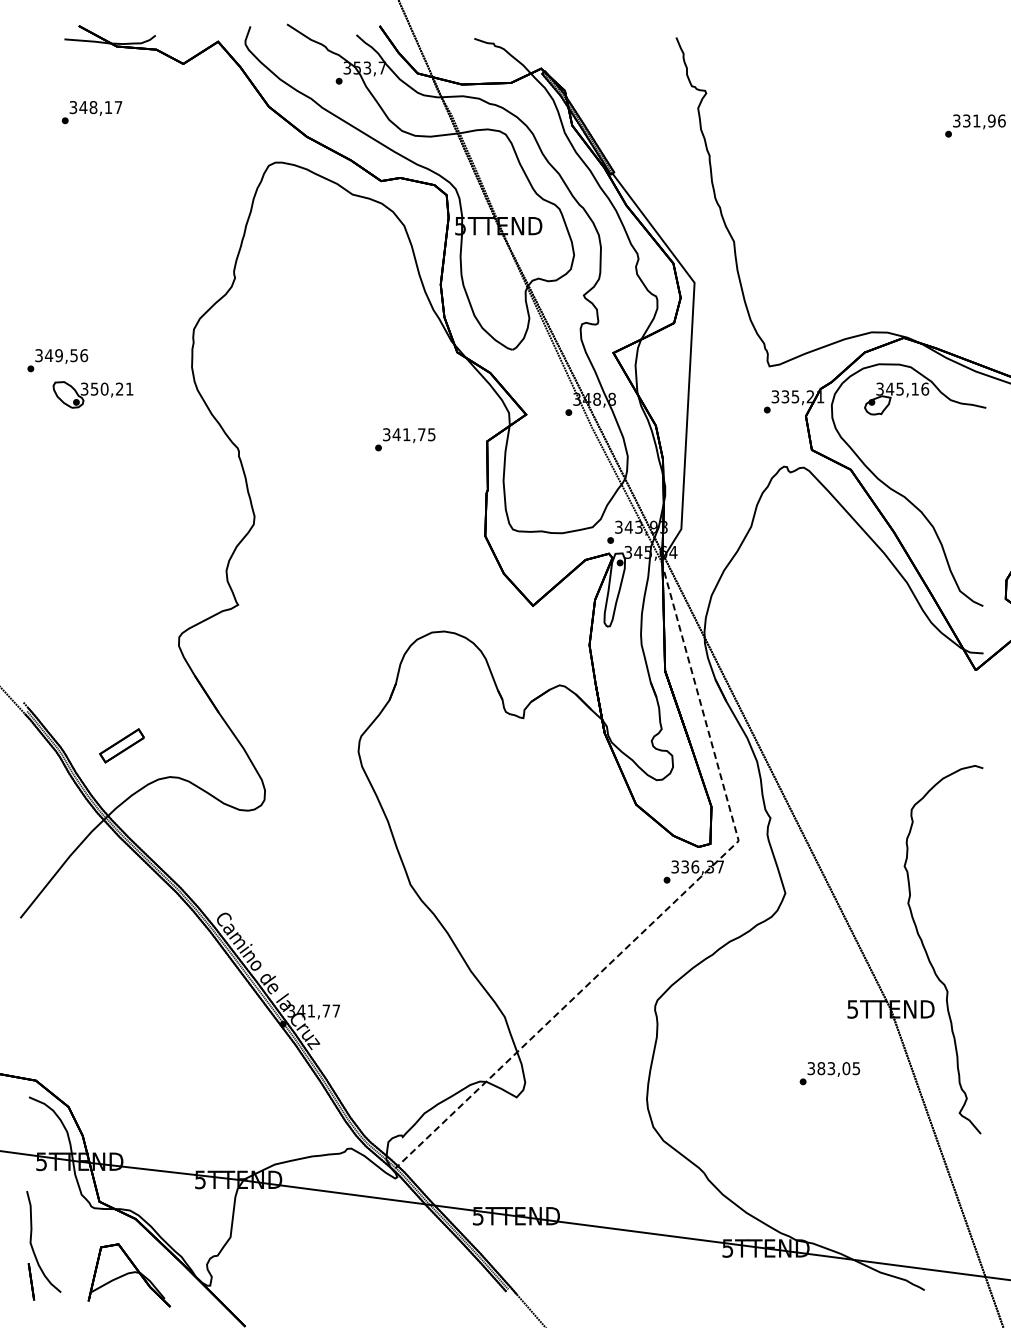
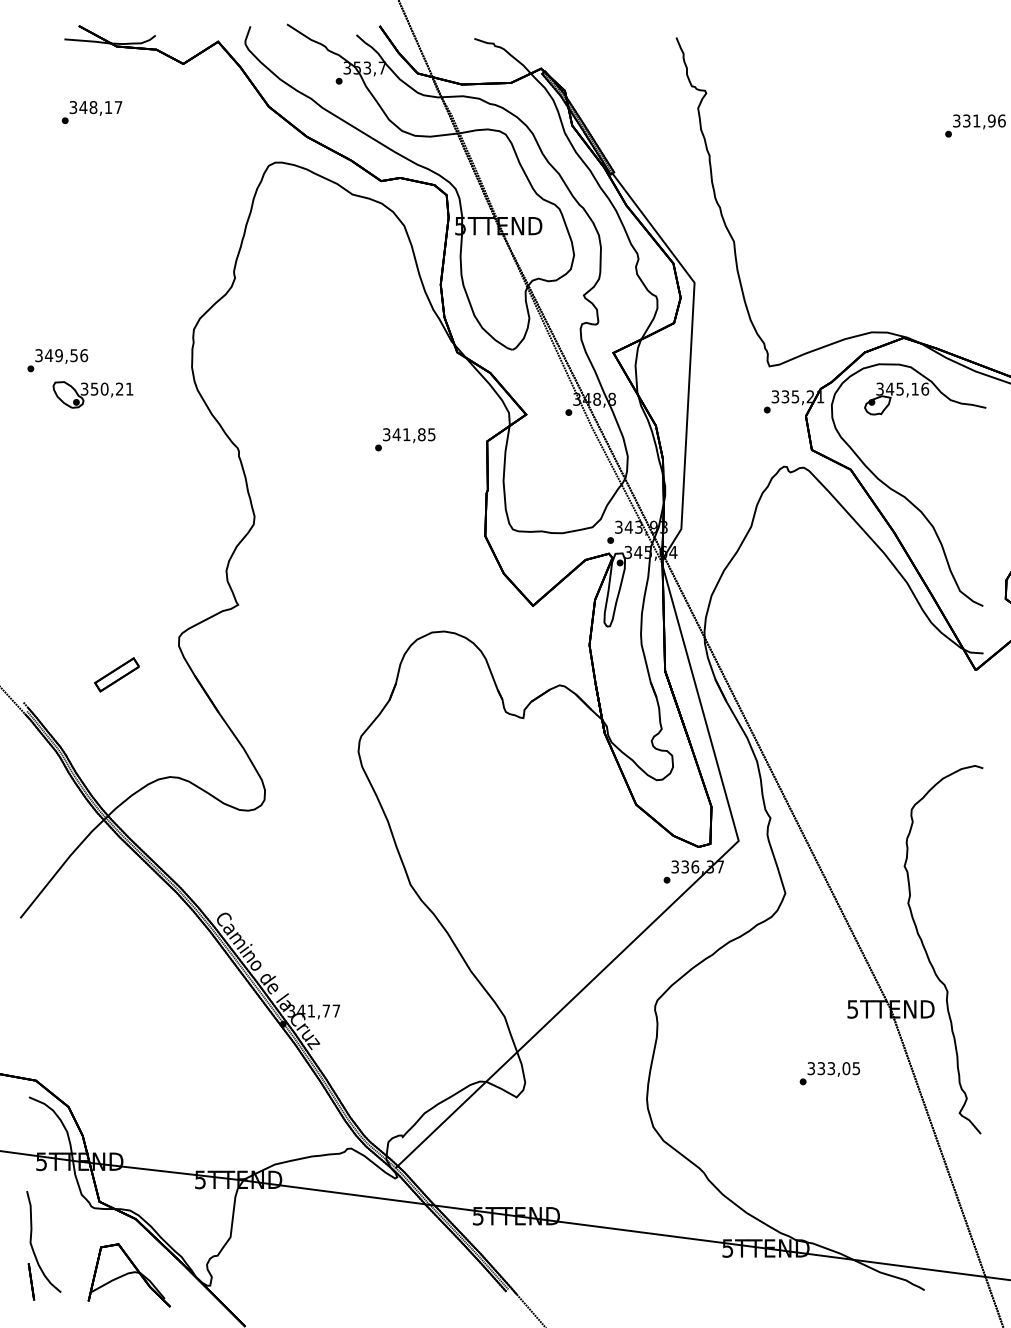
text at (421, 434): 341,75 -> 341,85
part at (121, 745) position: (121, 745) -> (116, 674)
line at (673, 902): dashed -> solid
text at (821, 1068): 383,05 -> 333,05
